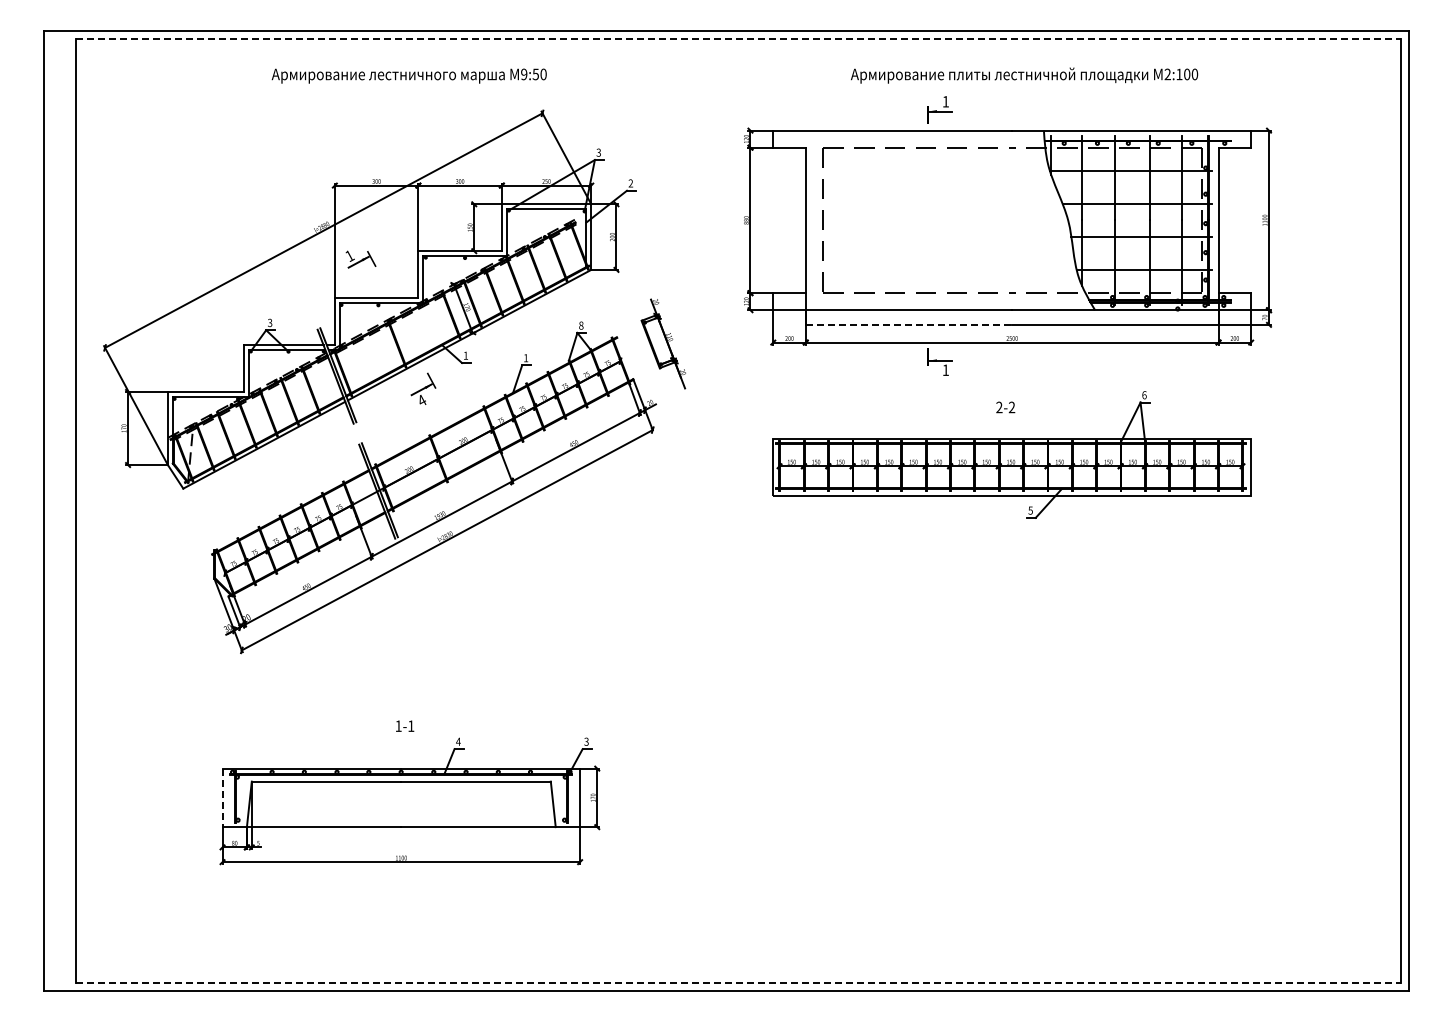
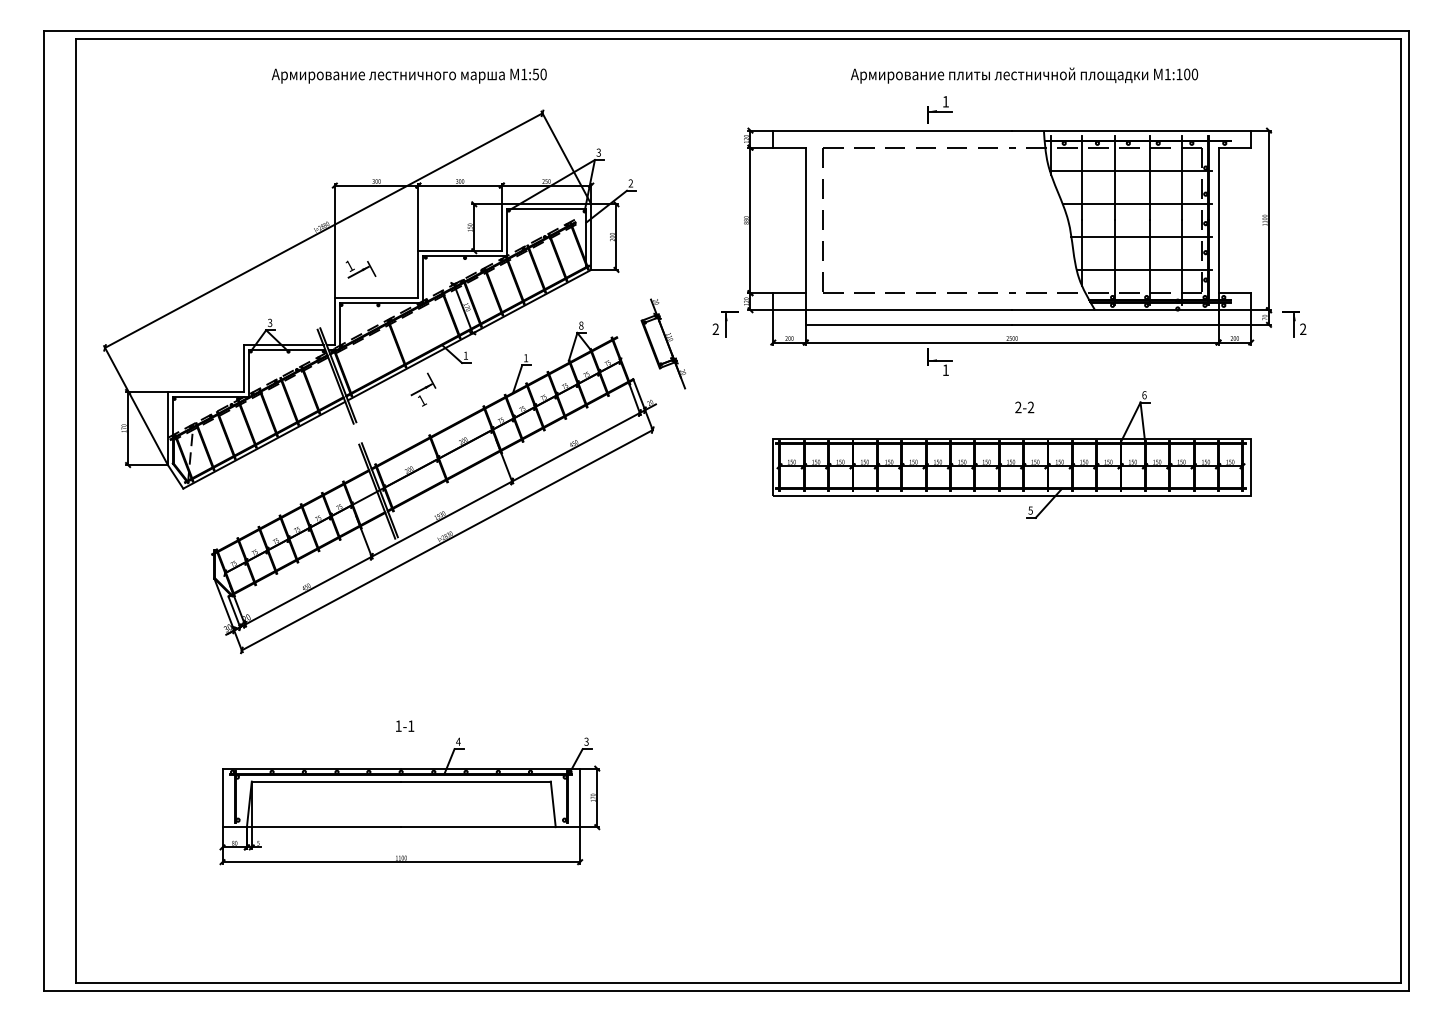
line at (738, 38): dashed -> solid
text at (1167, 73): 2:100 -> 1:100
text at (524, 74): 9:50 -> 1:50
part at (360, 259) position: (360, 259) -> (360, 269)
part at (725, 324): none -> present
line at (909, 324): dashed -> solid
part at (1294, 324): none -> present
text at (422, 400): 4 -> 1
text at (1005, 407) position: (1005, 407) -> (1024, 407)
line at (222, 798): dashed -> solid
line at (738, 983): dashed -> solid
